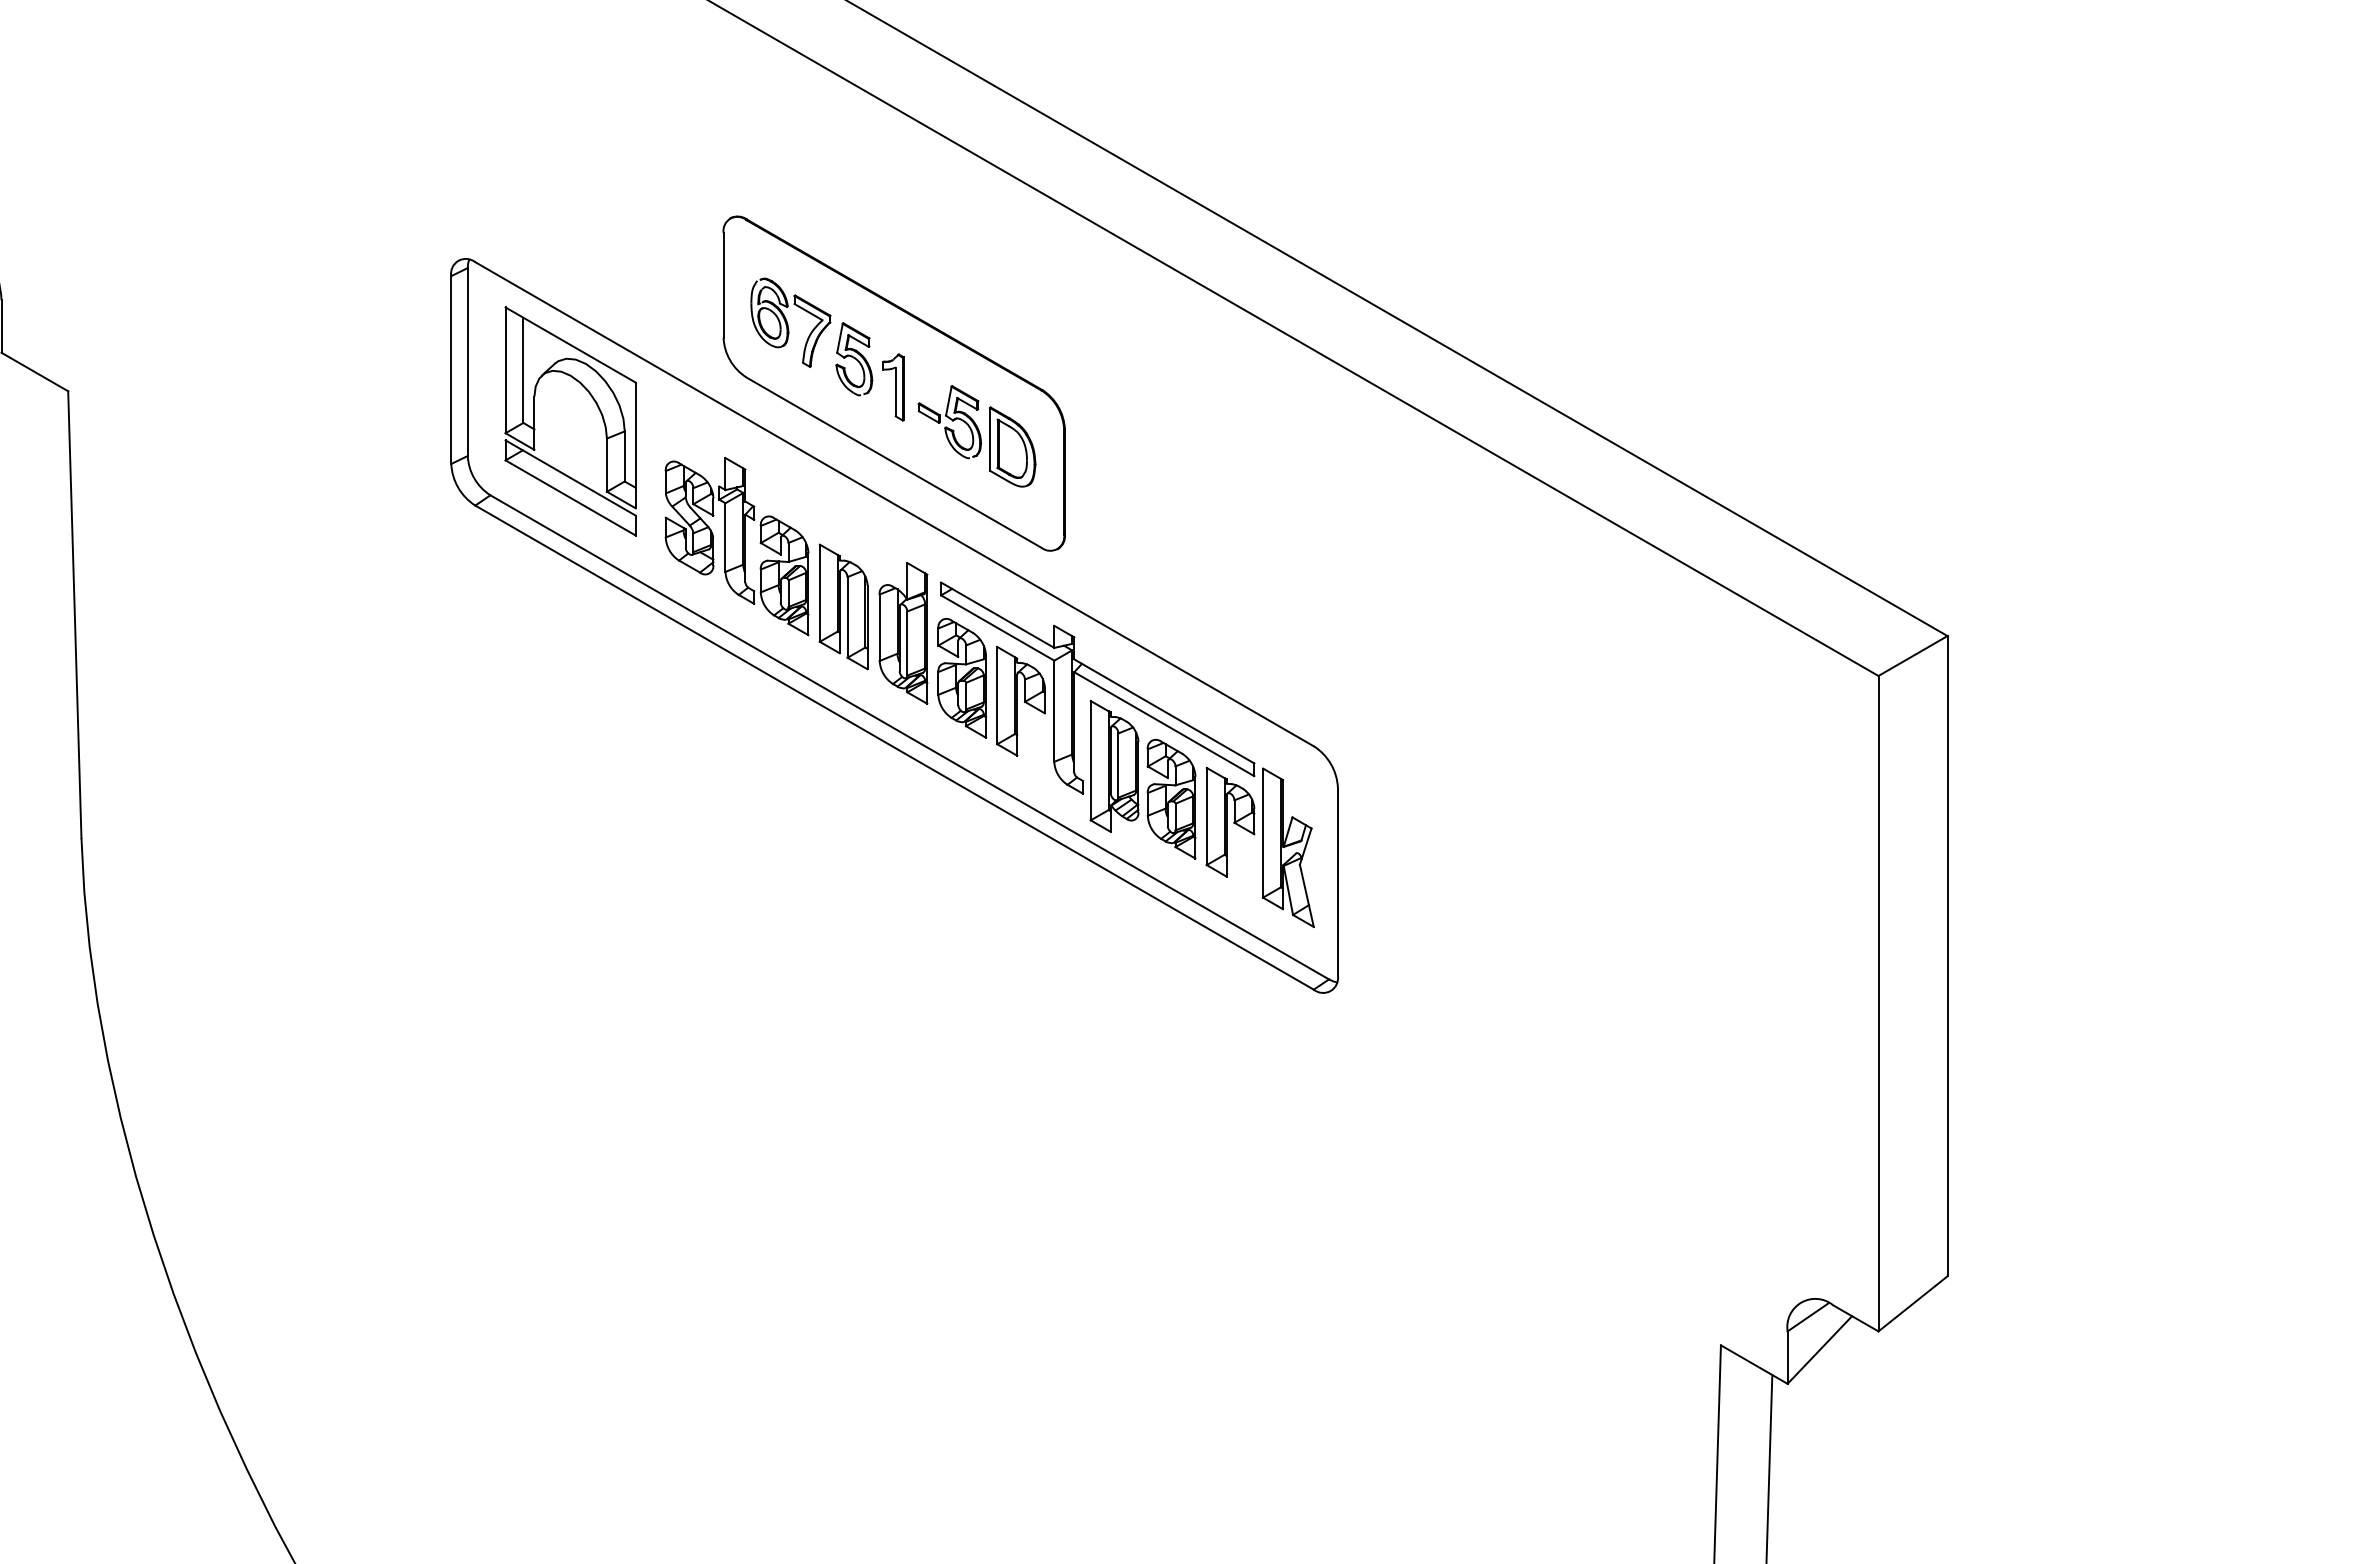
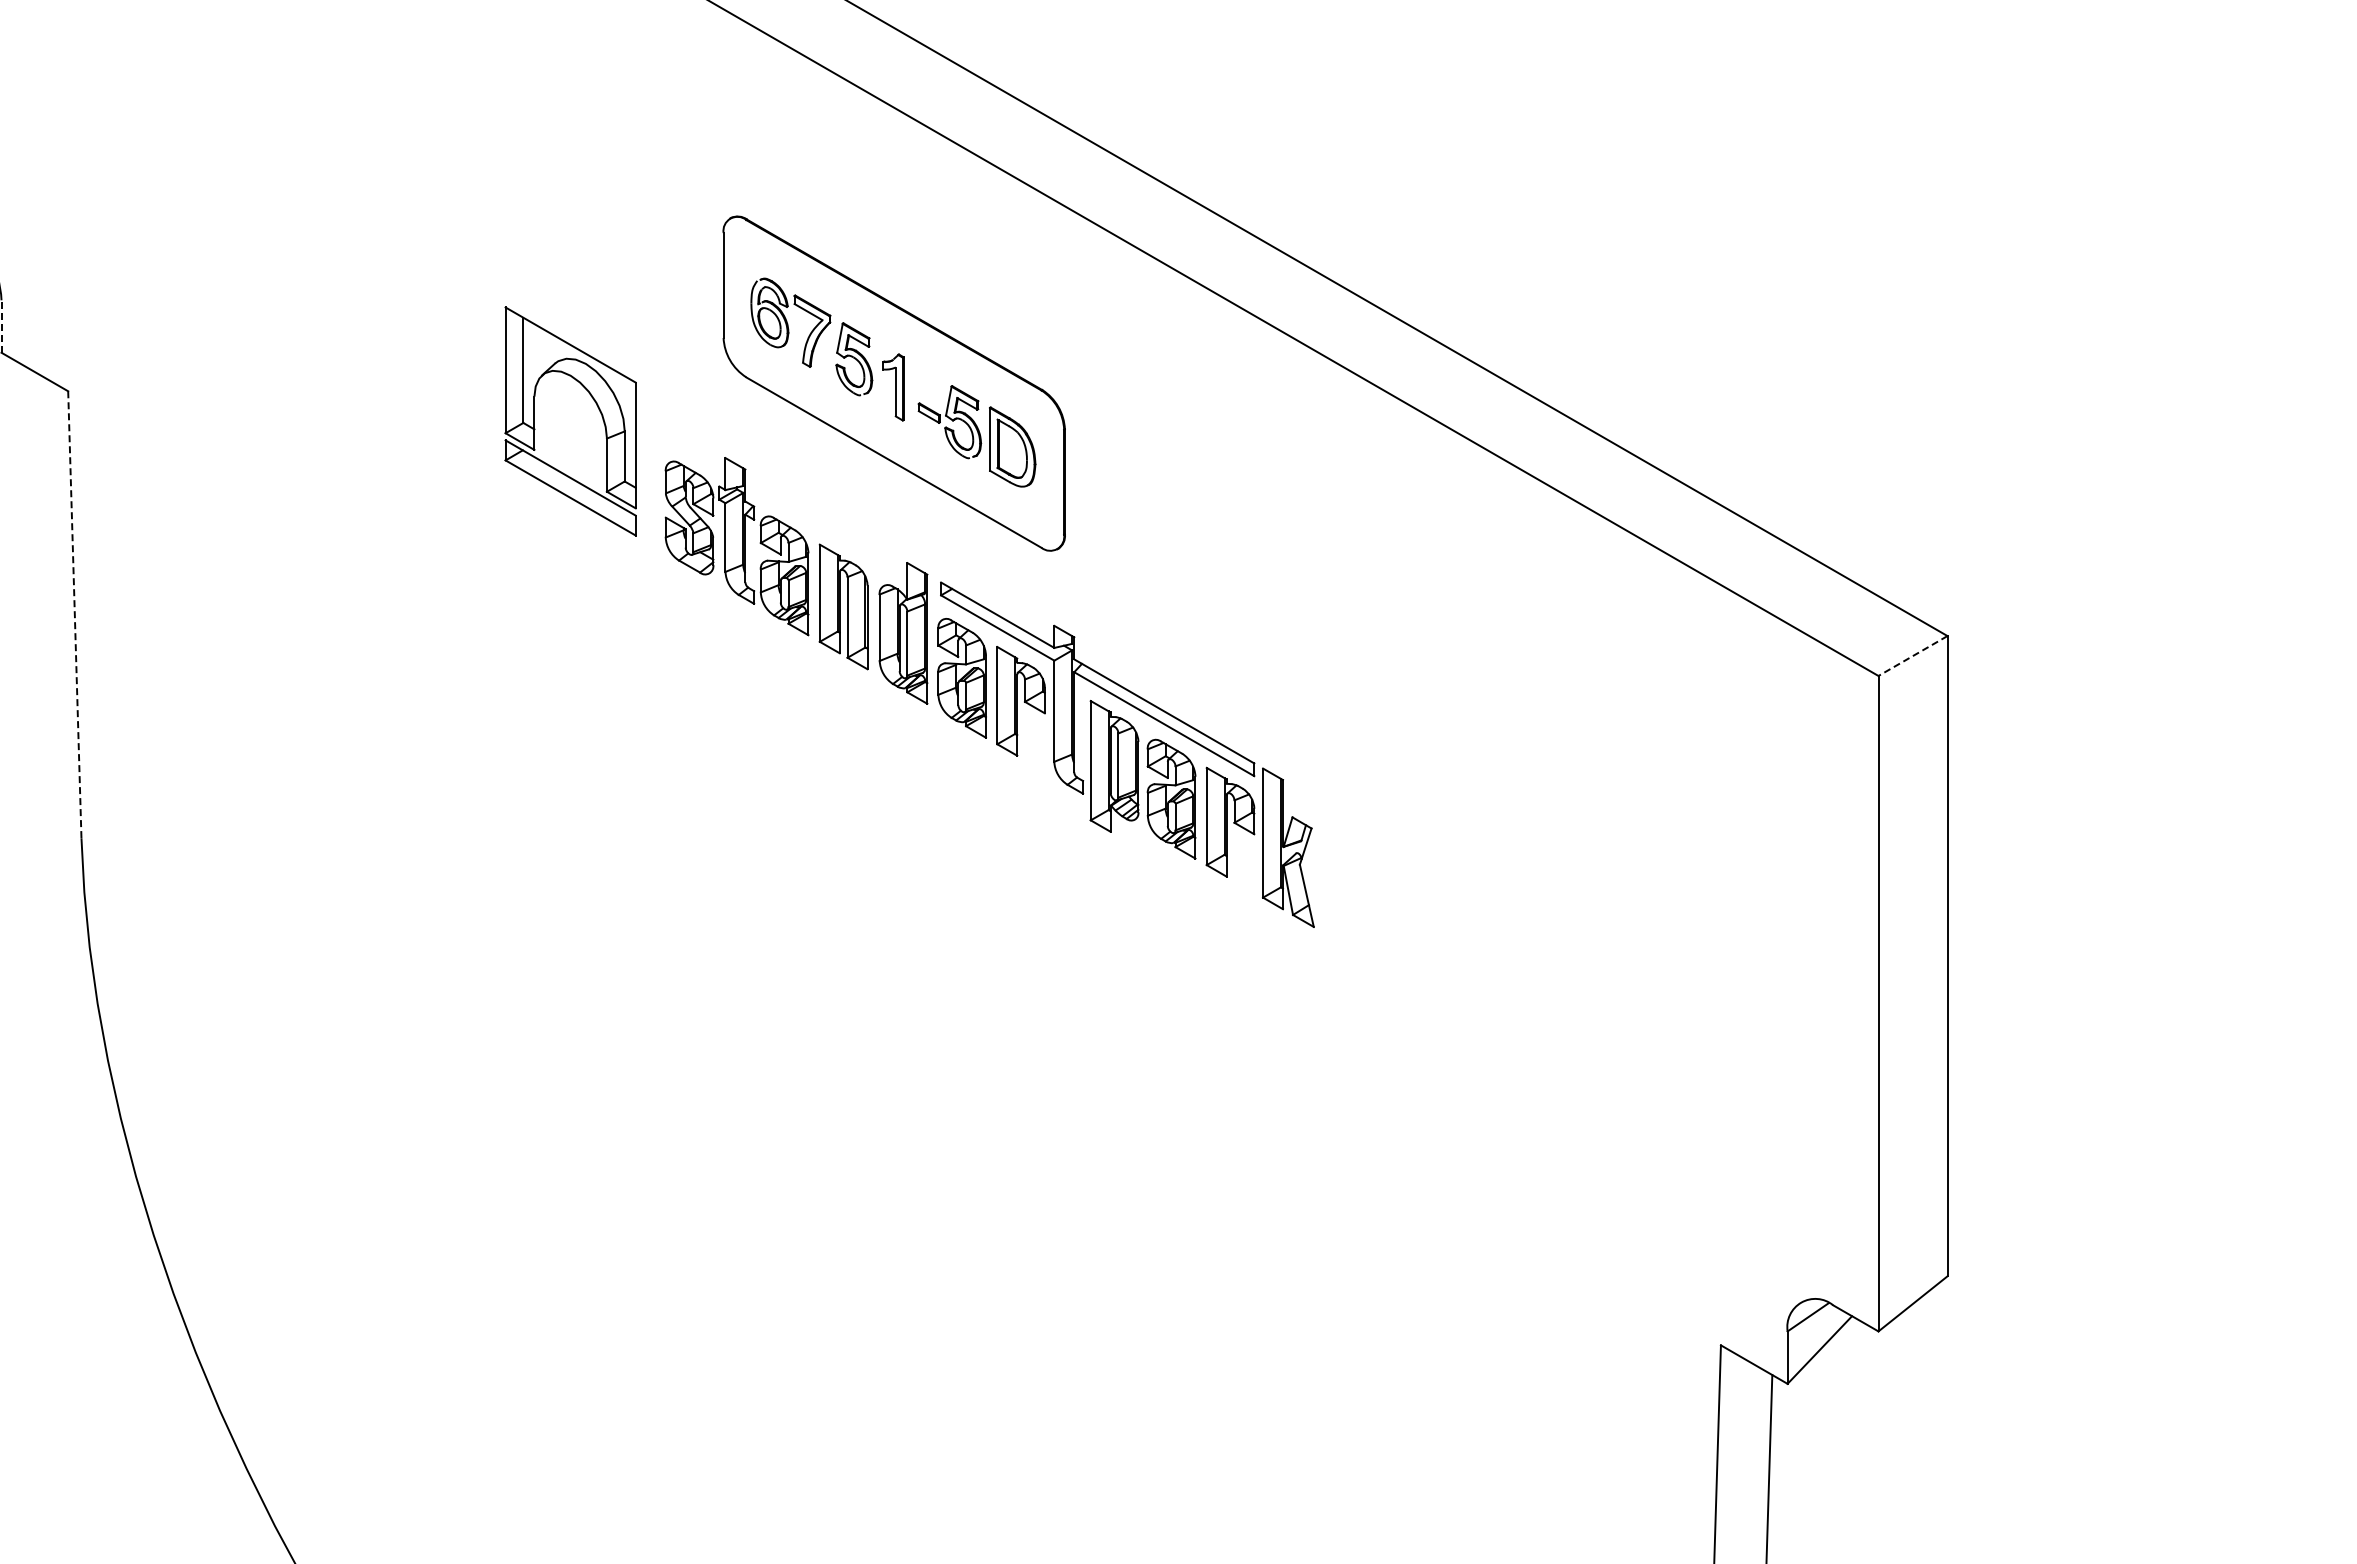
line at (1, 326): solid -> dashed
line at (74, 614): solid -> dashed
part at (894, 625): present -> none
line at (1913, 656): solid -> dashed
